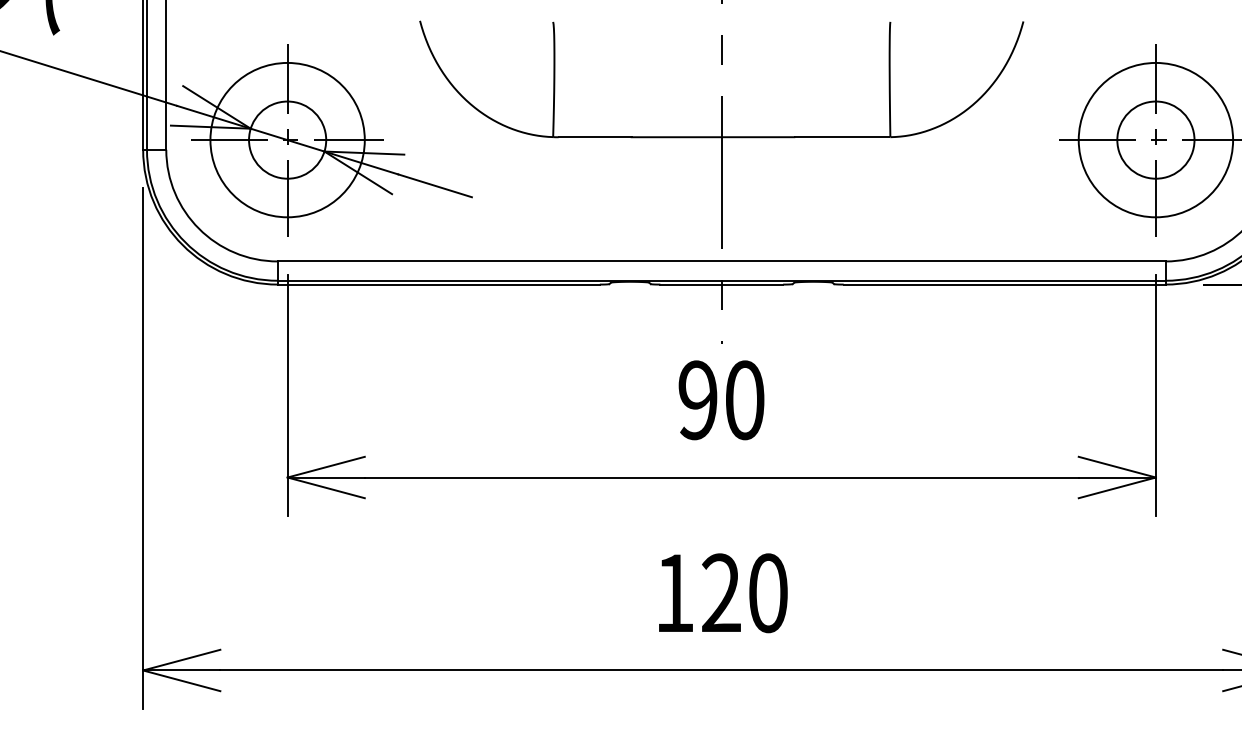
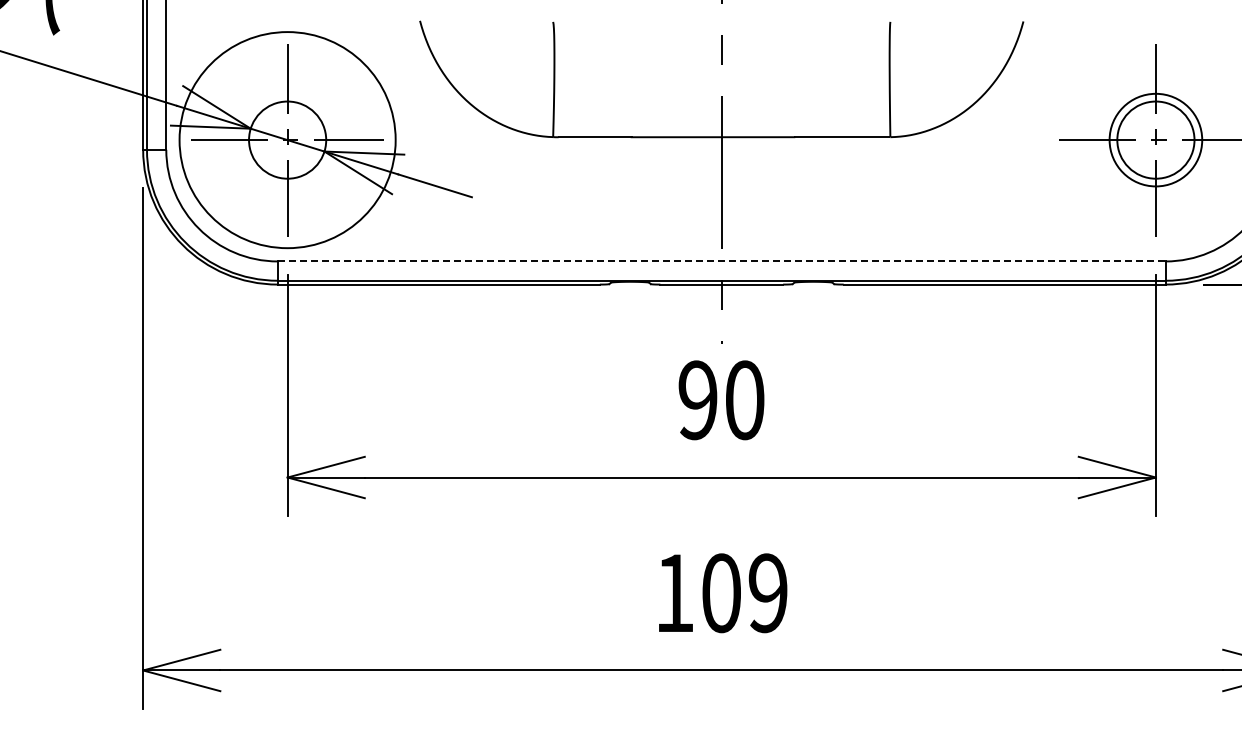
circle at (287, 139) diameter: 154 px -> 216 px
circle at (1155, 139) diameter: 154 px -> 93 px
line at (721, 261): solid -> dashed
text at (744, 593): 120 -> 109
